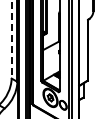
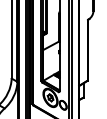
line at (11, 39): dashed -> solid
